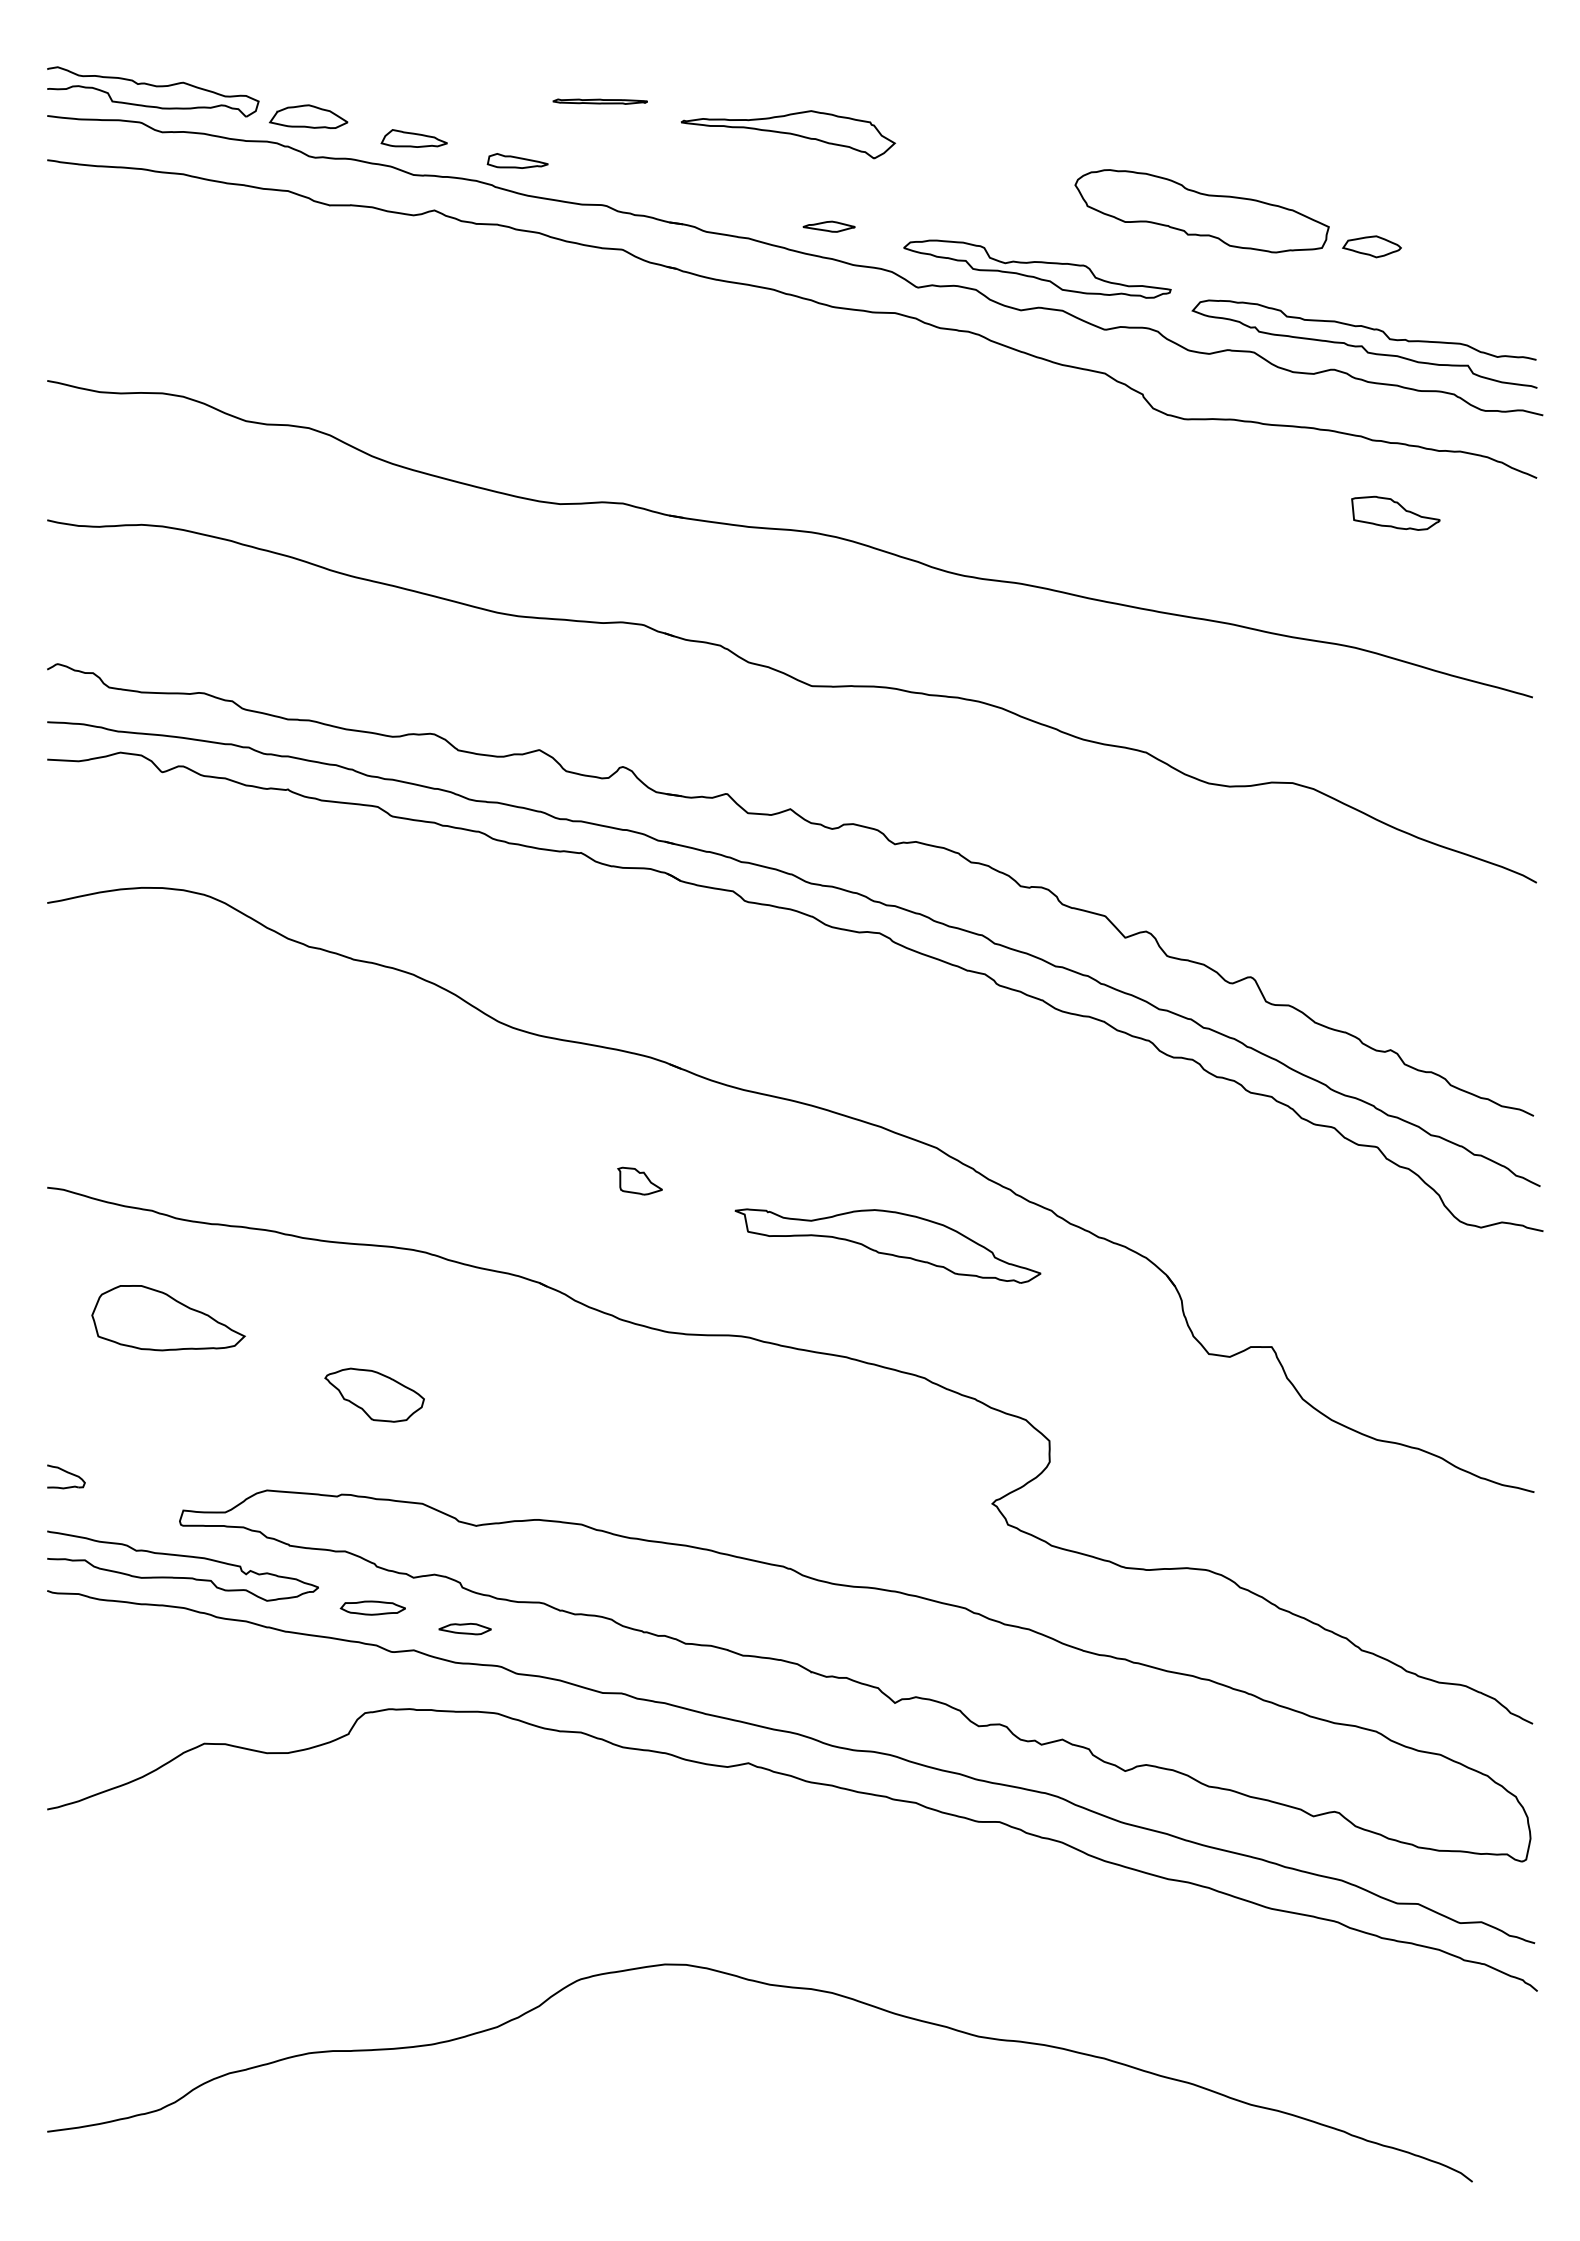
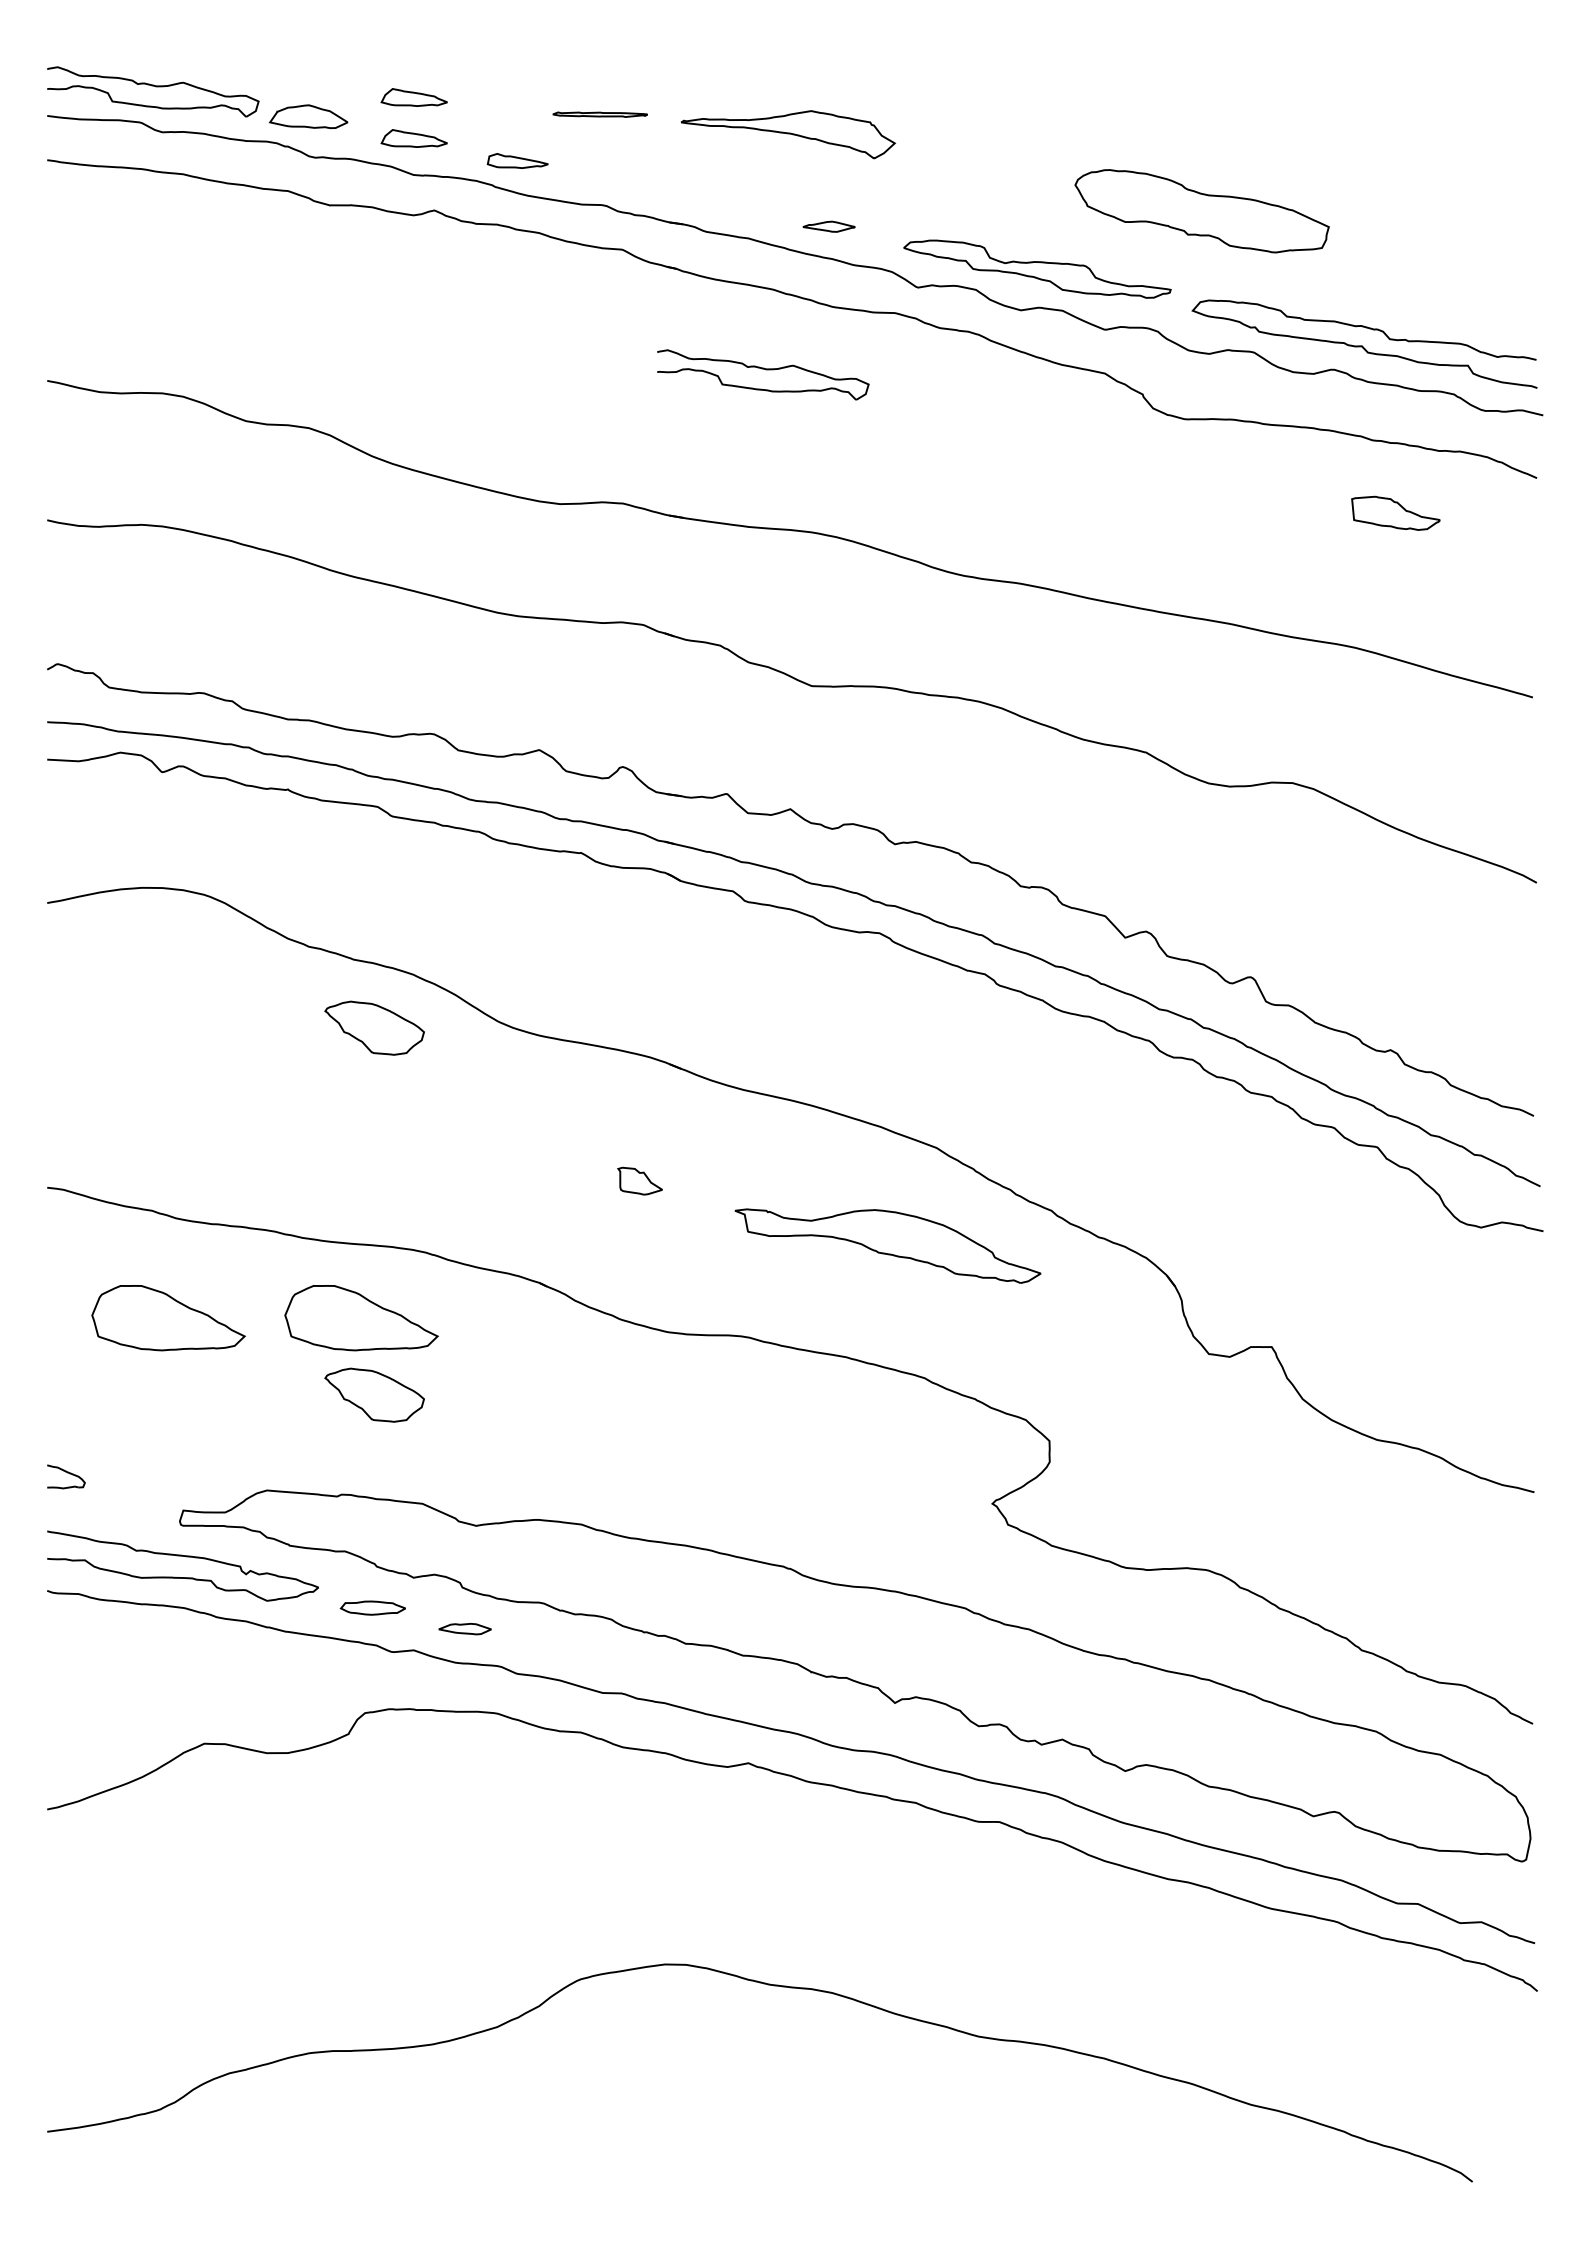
part at (413, 97): none -> present
part at (599, 101) position: (599, 101) -> (599, 114)
part at (1371, 246): present -> none
part at (763, 374): none -> present
part at (374, 1027): none -> present
part at (361, 1318): none -> present
